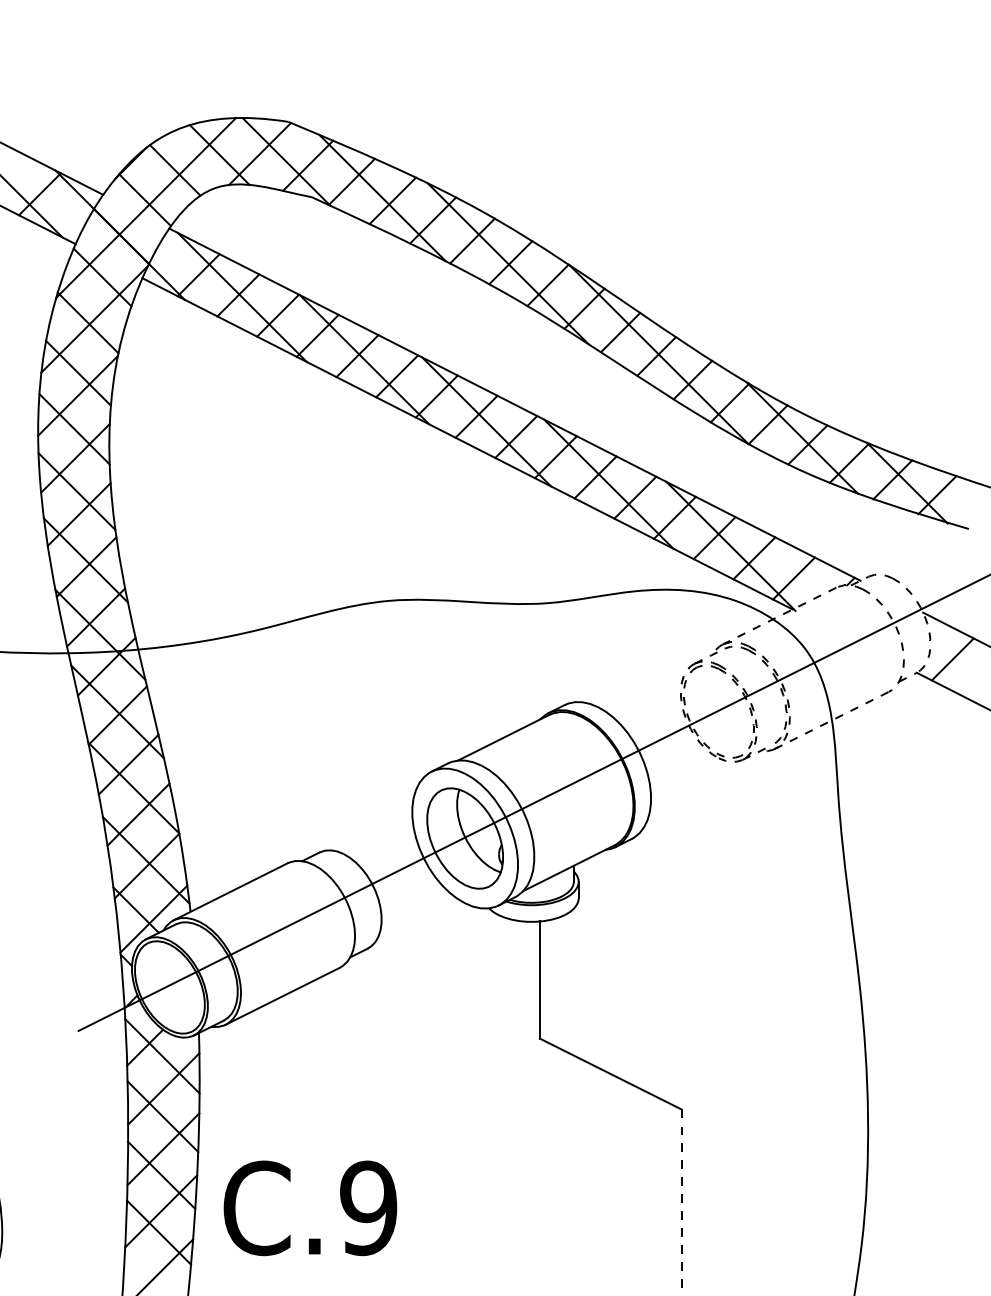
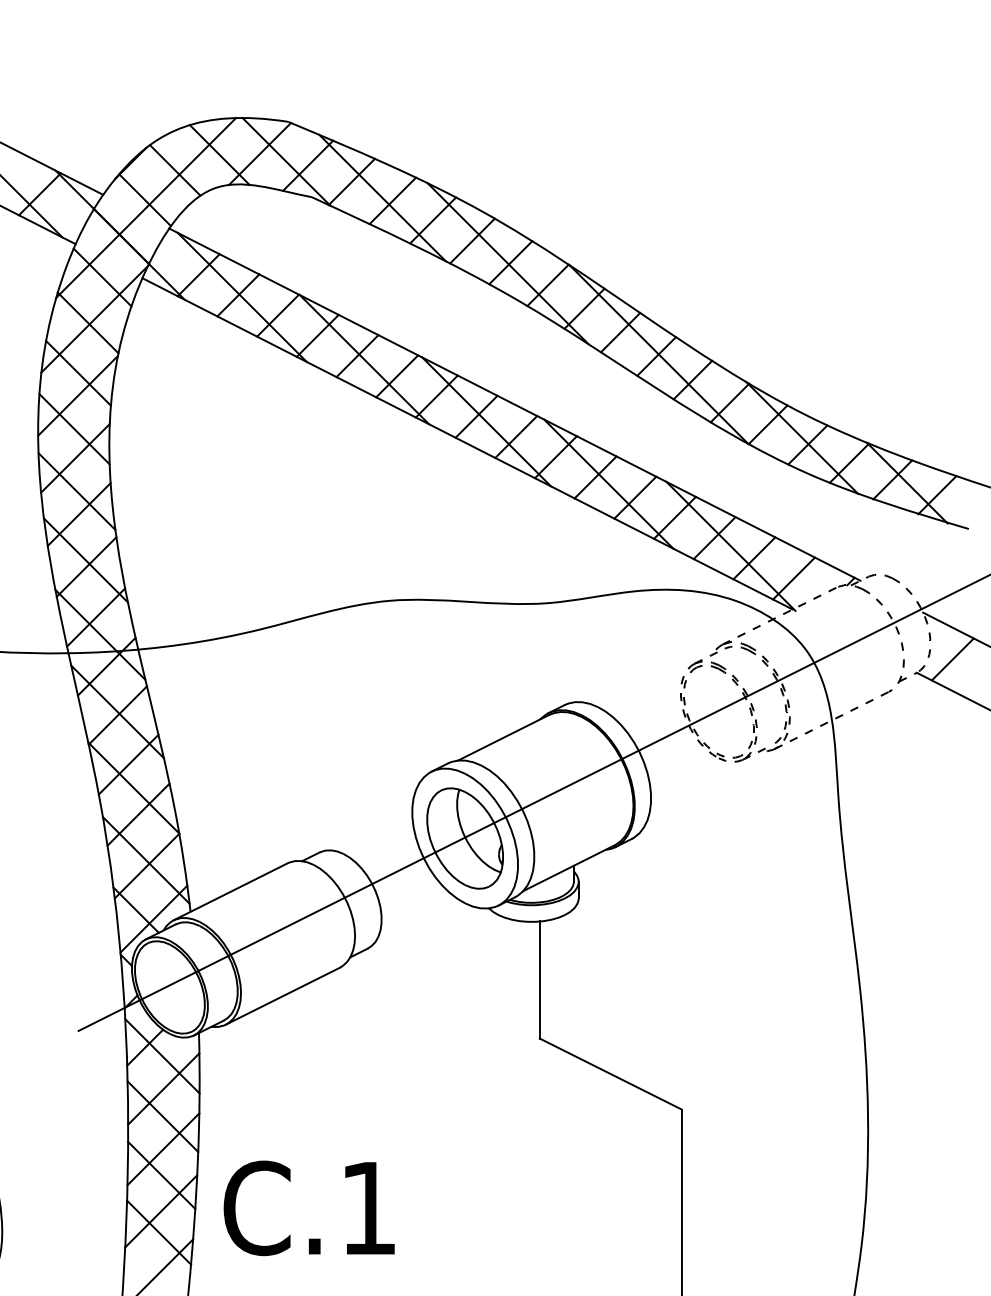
line at (681, 1202): dashed -> solid
text at (368, 1208): C.9 -> C.1
